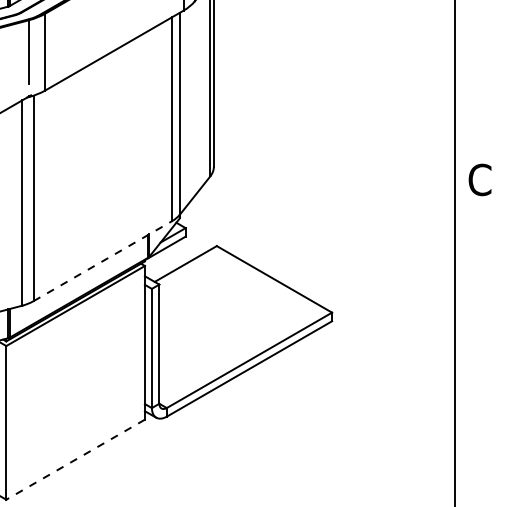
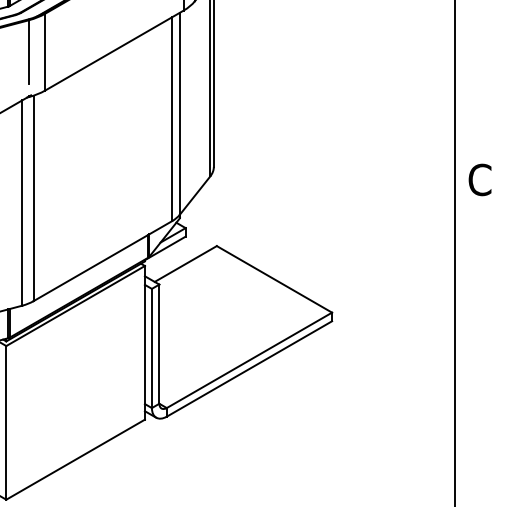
line at (103, 260): dashed -> solid
line at (75, 459): dashed -> solid
